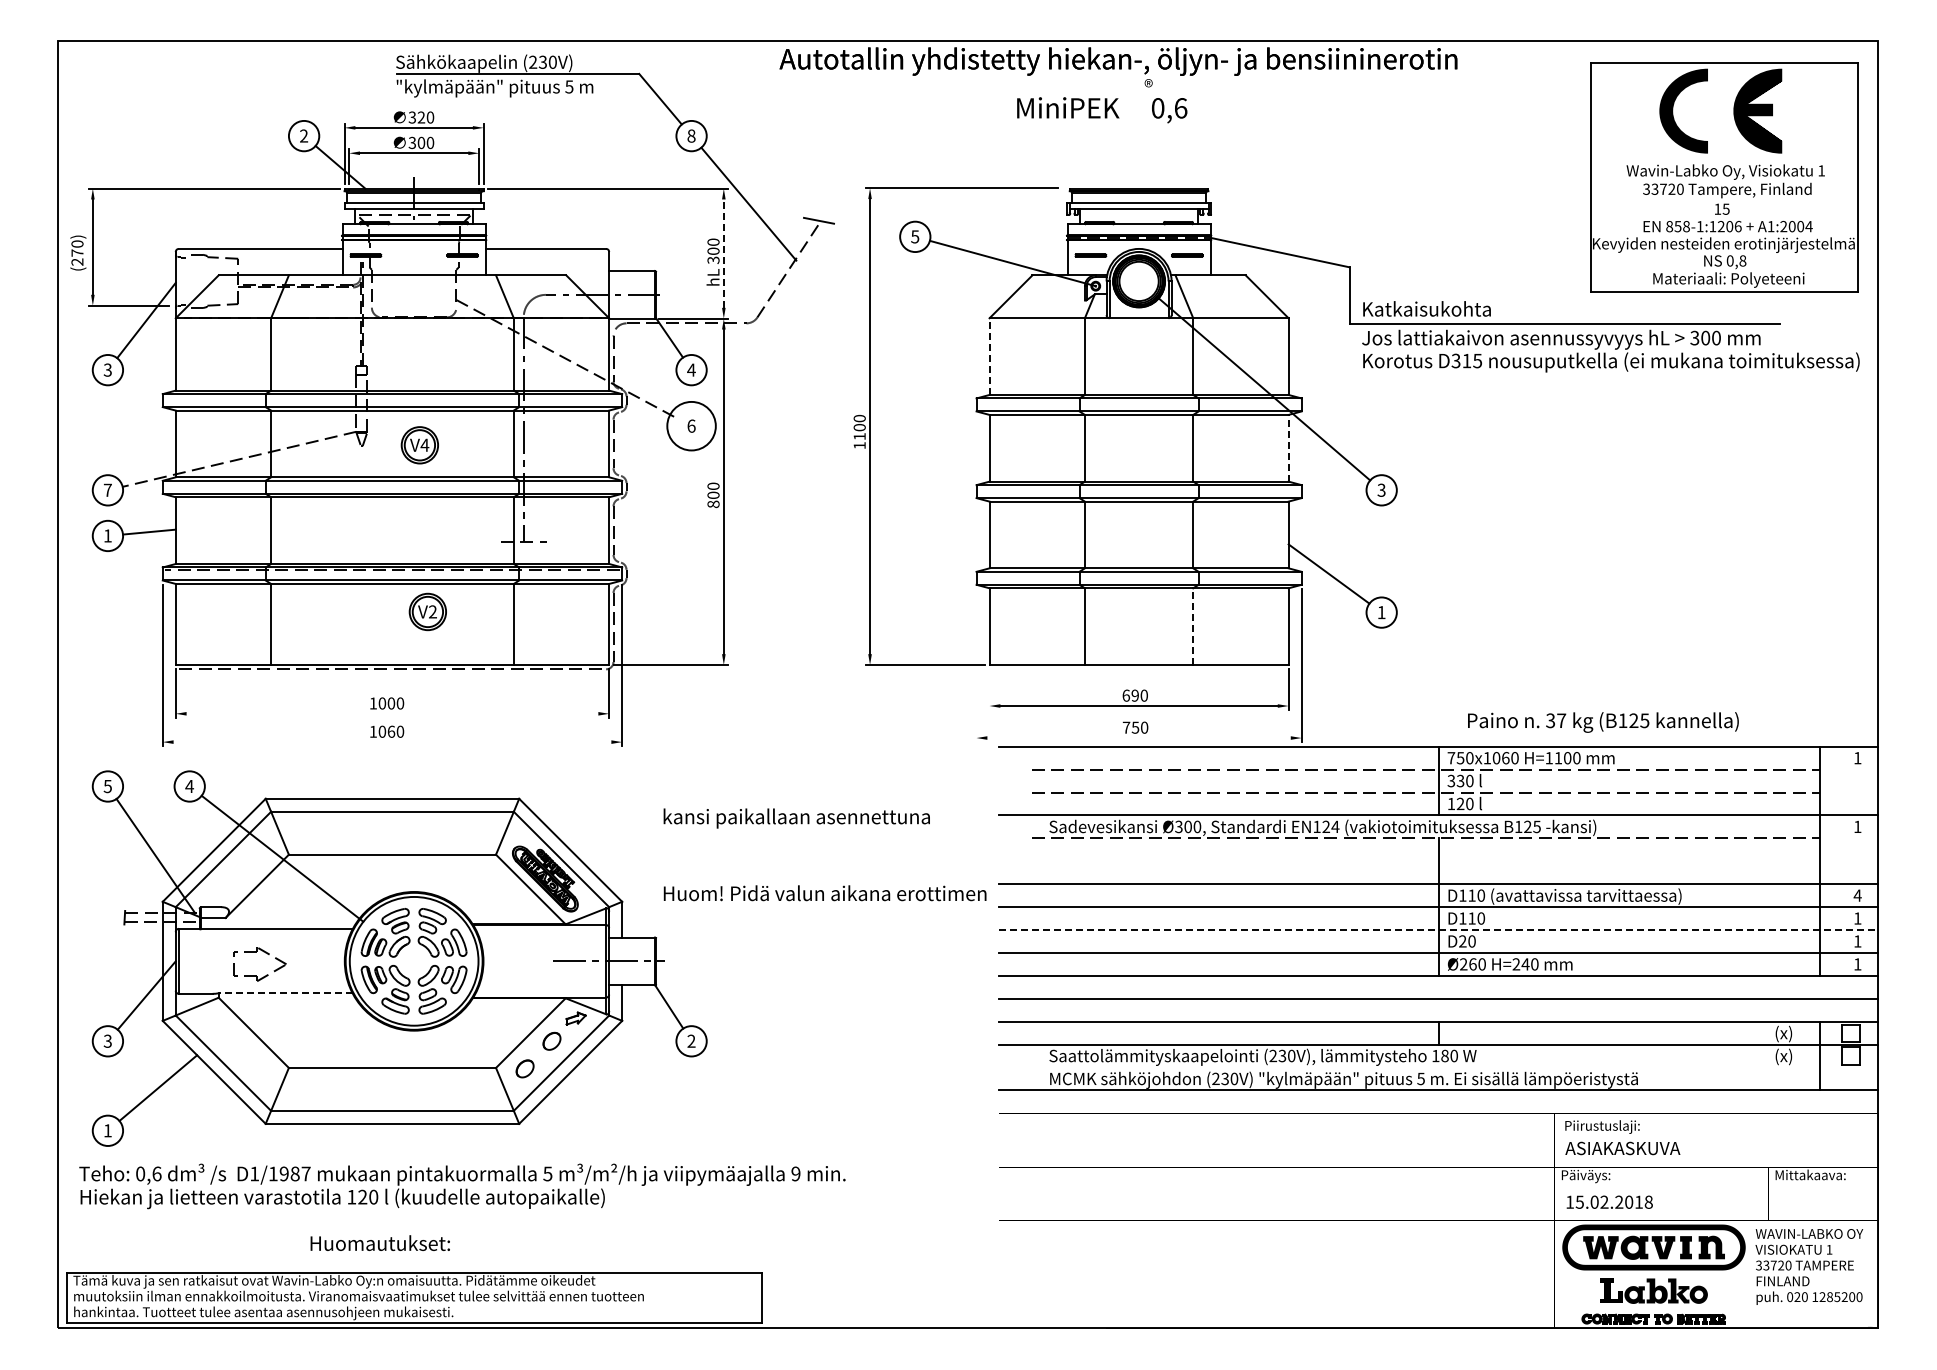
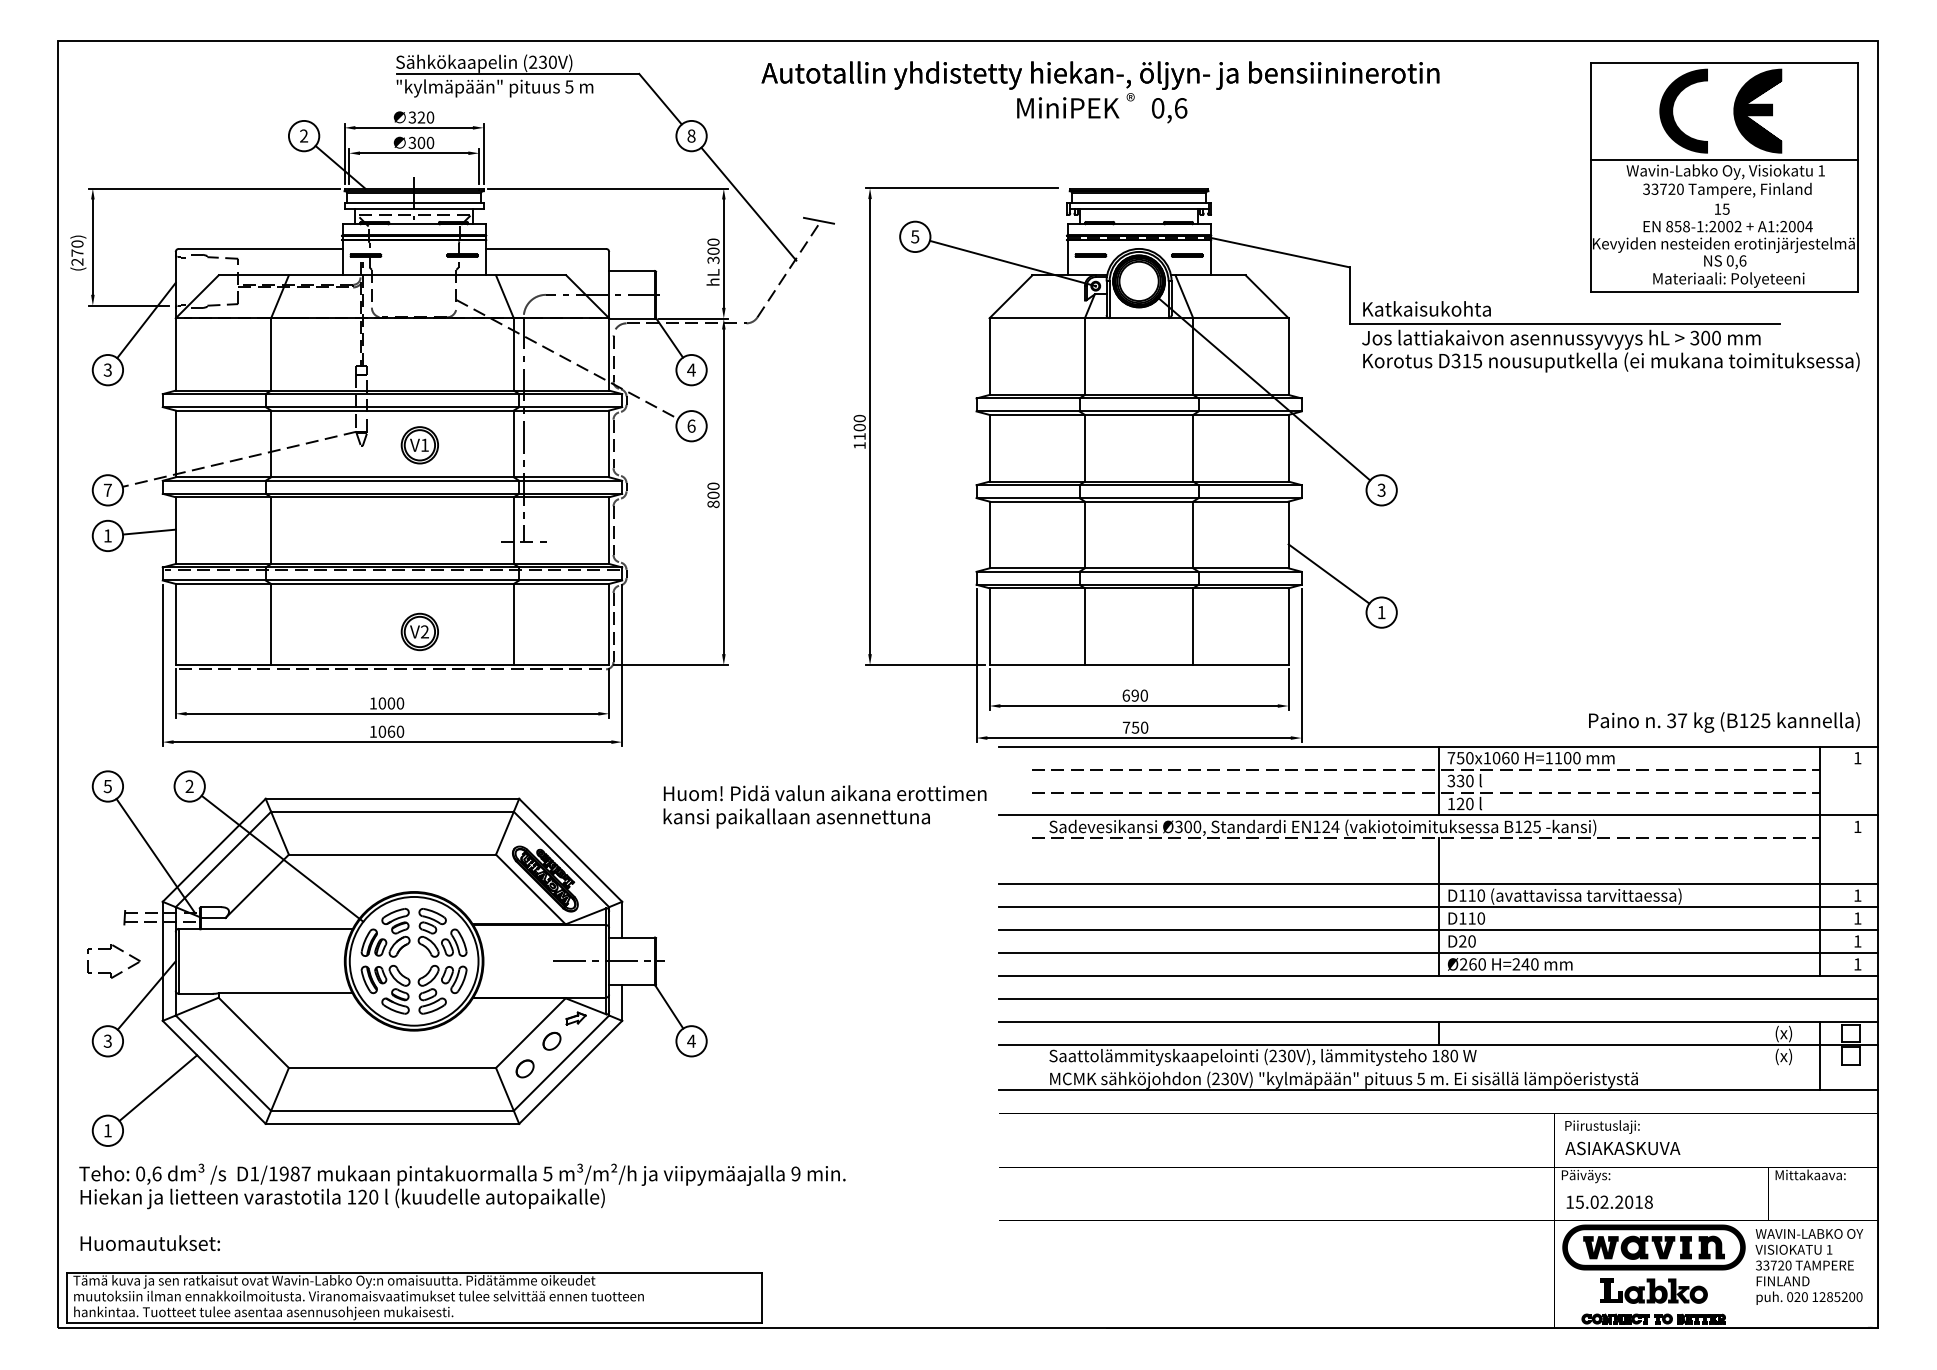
text at (1118, 67) position: (1118, 67) -> (1100, 81)
line at (1724, 160): none -> present
text at (1725, 226): 858-1:1206 -> 858-1:2002
line at (723, 253): dashed -> solid
text at (1742, 260): 0,8 -> 0,6
line at (989, 356): dashed -> solid
circle at (691, 425) diameter: 49 px -> 30 px
text at (424, 444): V4 -> V1
line at (1288, 447): dashed -> solid
part at (427, 611) position: (427, 611) -> (419, 631)
line at (1193, 626): dashed -> solid
line at (976, 665): none -> present
line at (989, 689): none -> present
line at (392, 713): none -> present
text at (1603, 722) position: (1603, 722) -> (1724, 722)
line at (1138, 738): none -> present
line at (392, 742): none -> present
text at (189, 785): 4 -> 2
text at (824, 893) position: (824, 893) -> (824, 793)
text at (1857, 895): 4 -> 1
line at (1438, 930): dashed -> solid
part at (256, 975) position: (256, 975) -> (110, 972)
line at (285, 993): dashed -> solid
text at (691, 1040): 2 -> 4
text at (379, 1242) position: (379, 1242) -> (149, 1242)
